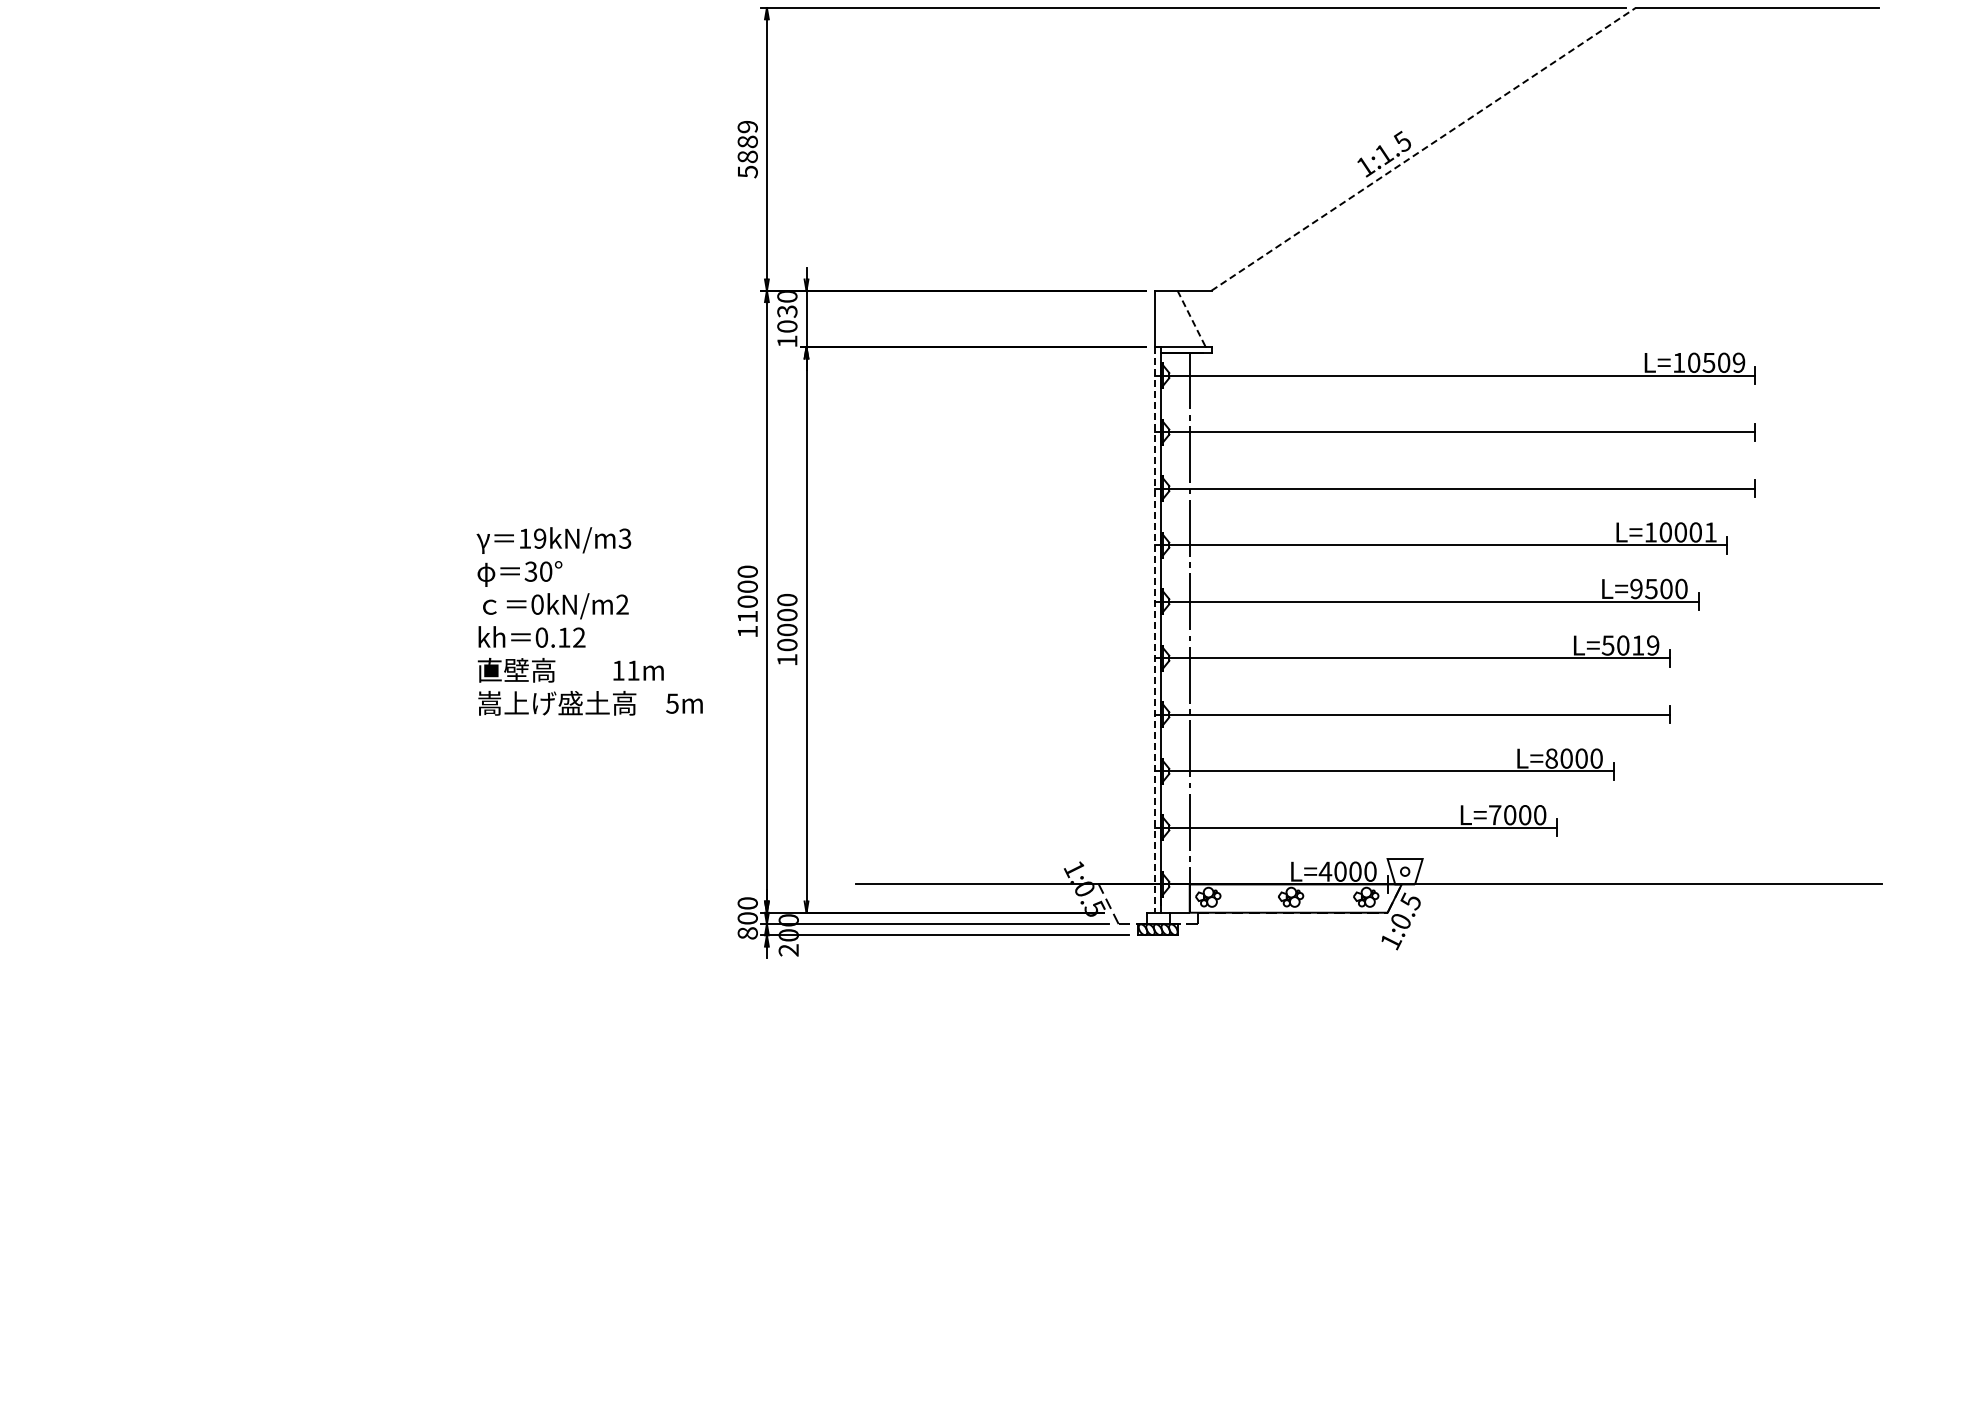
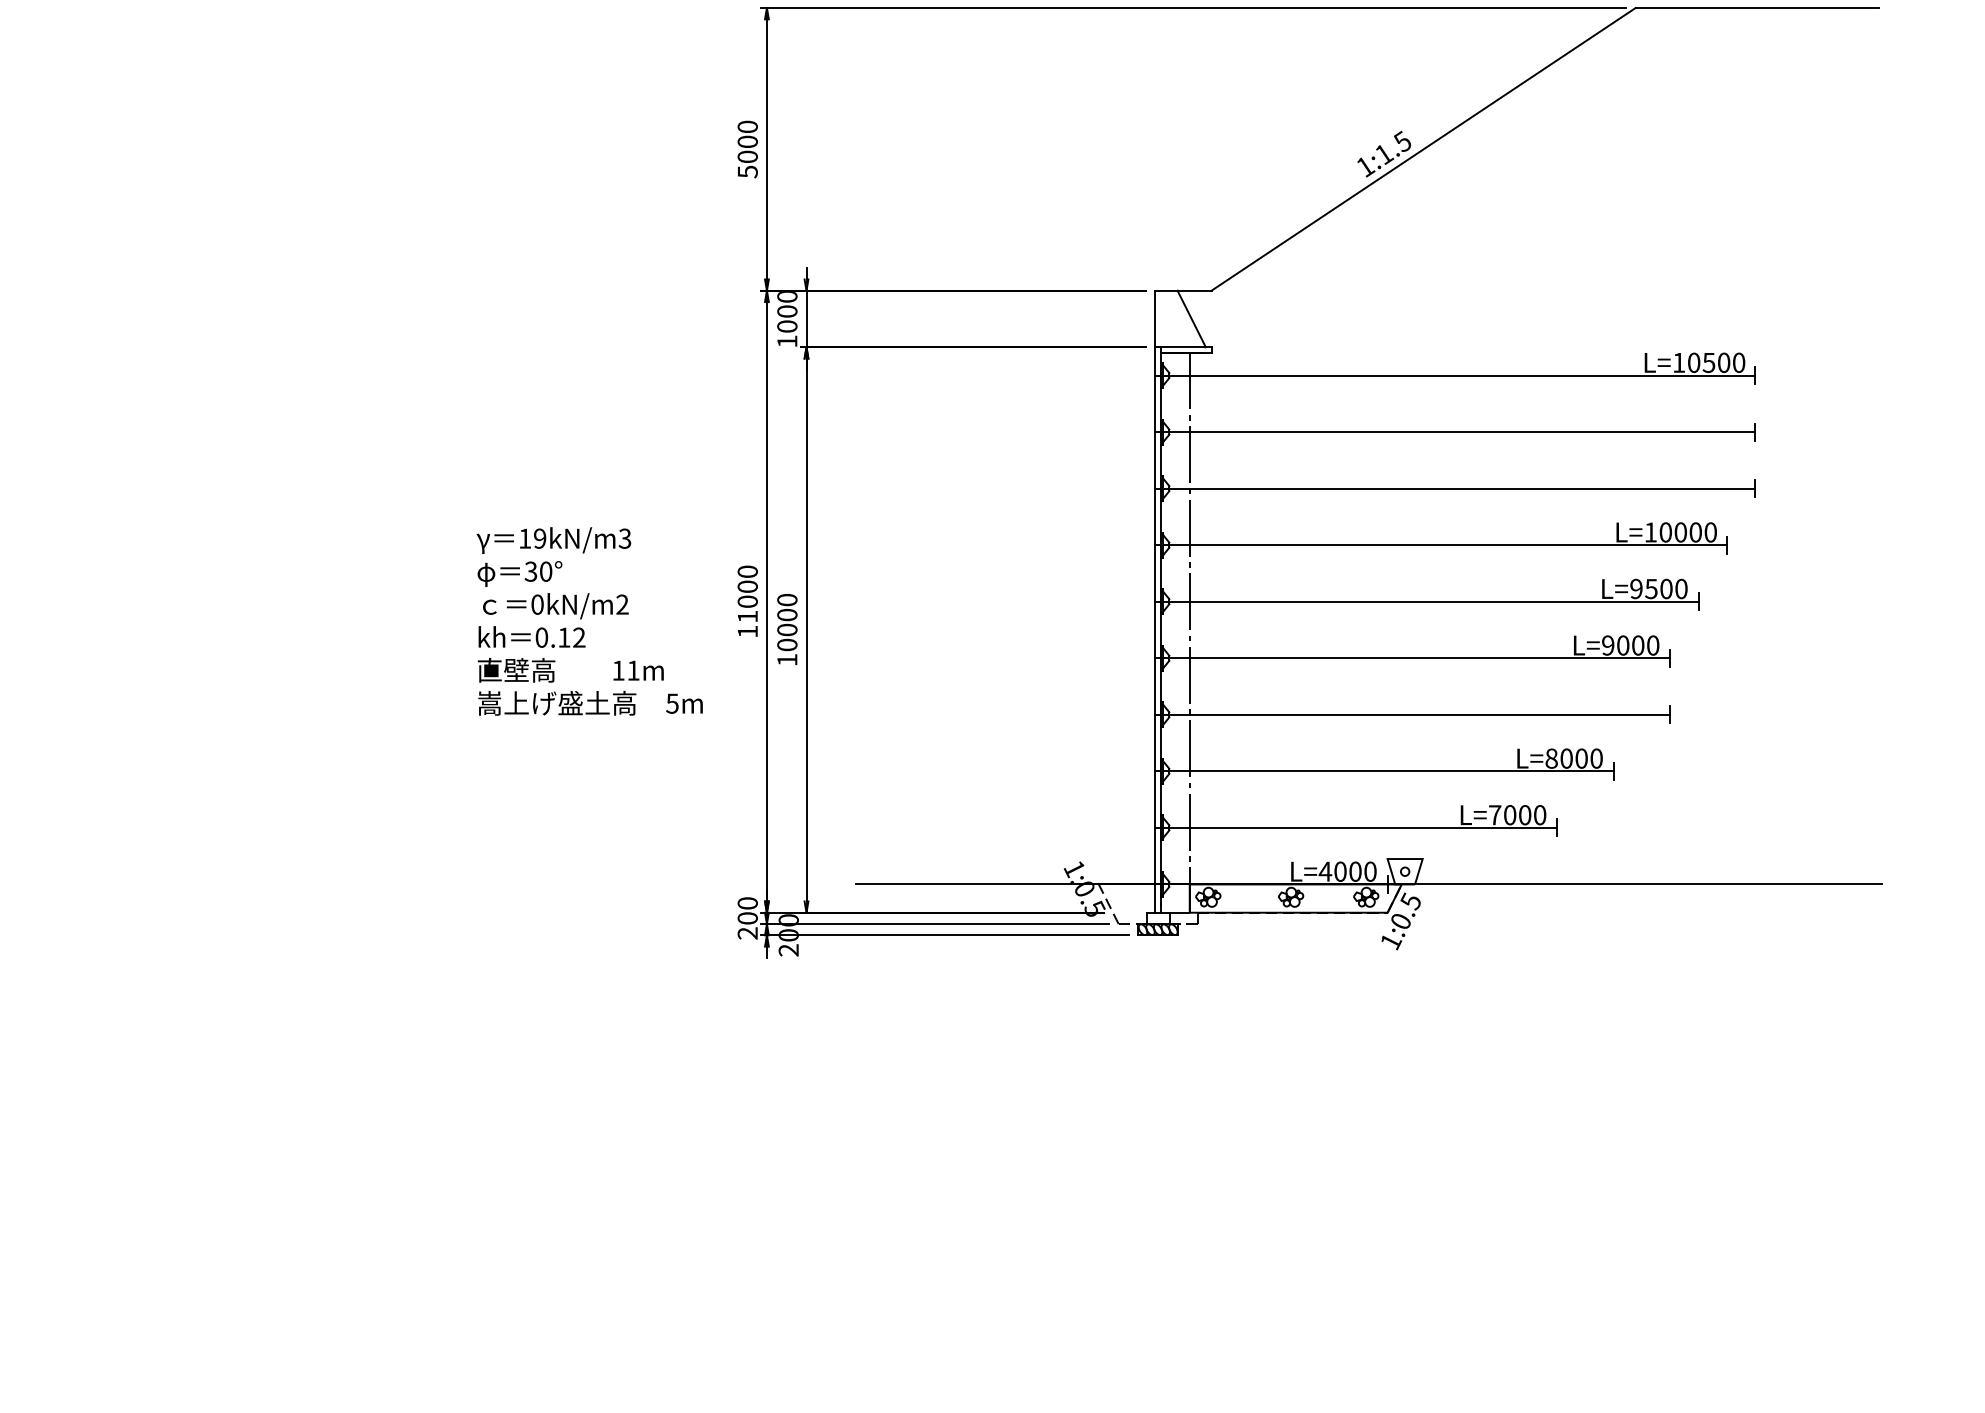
text at (747, 141): 5889 -> 5000
line at (1423, 149): dashed -> solid
text at (787, 311): 1030 -> 1000
line at (1191, 319): dashed -> solid
text at (1738, 362): L=10509 -> L=10500
text at (1710, 532): L=10001 -> L=10000
line at (1154, 630): dashed -> solid
text at (1630, 645): L=5019 -> L=9000
text at (747, 933): 800 -> 200
